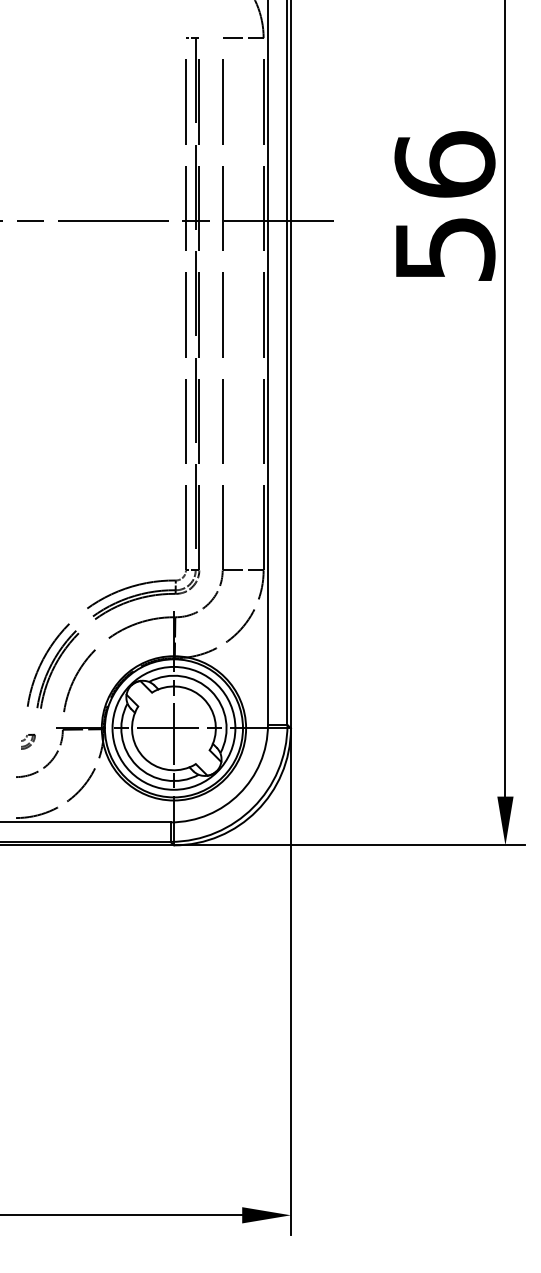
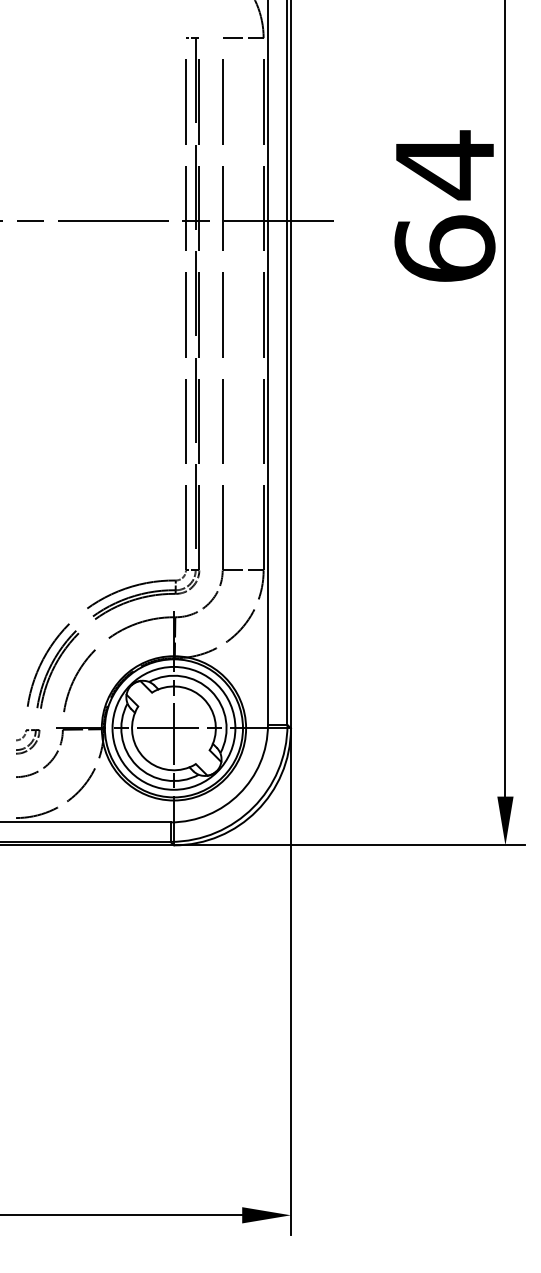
text at (444, 205): 56 -> 64
part at (28, 741) size: 15x17 px -> 25x26 px
